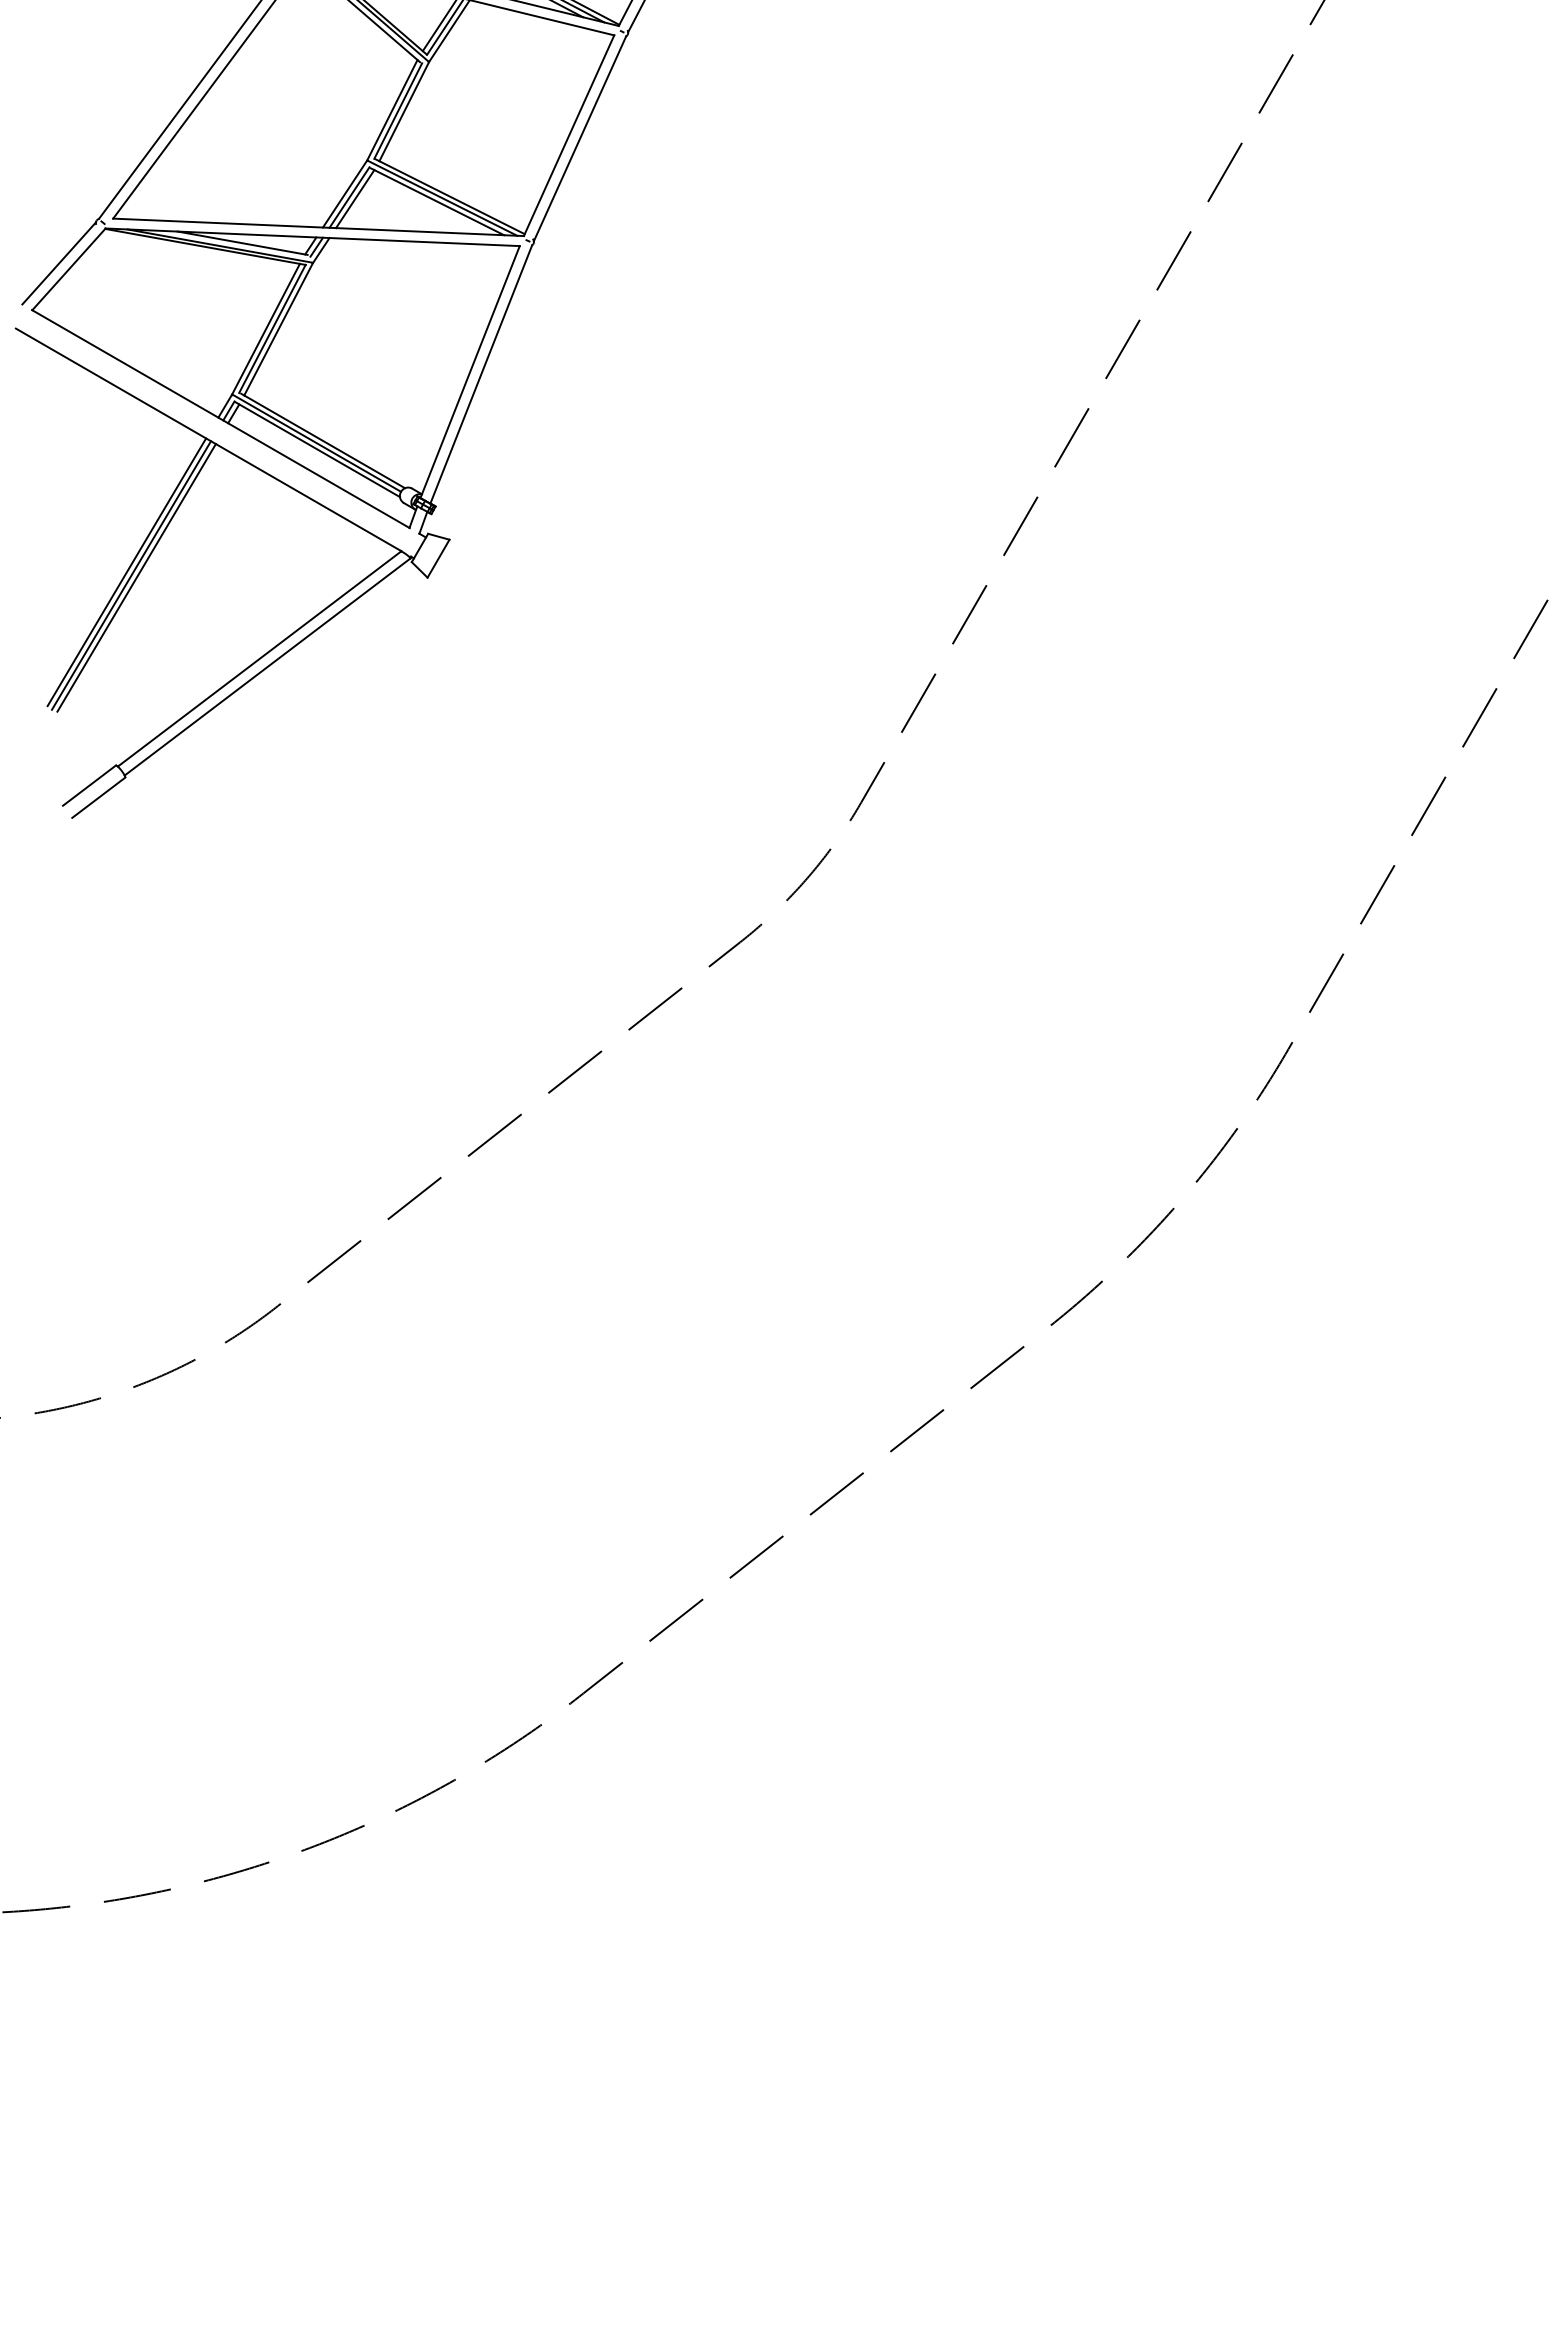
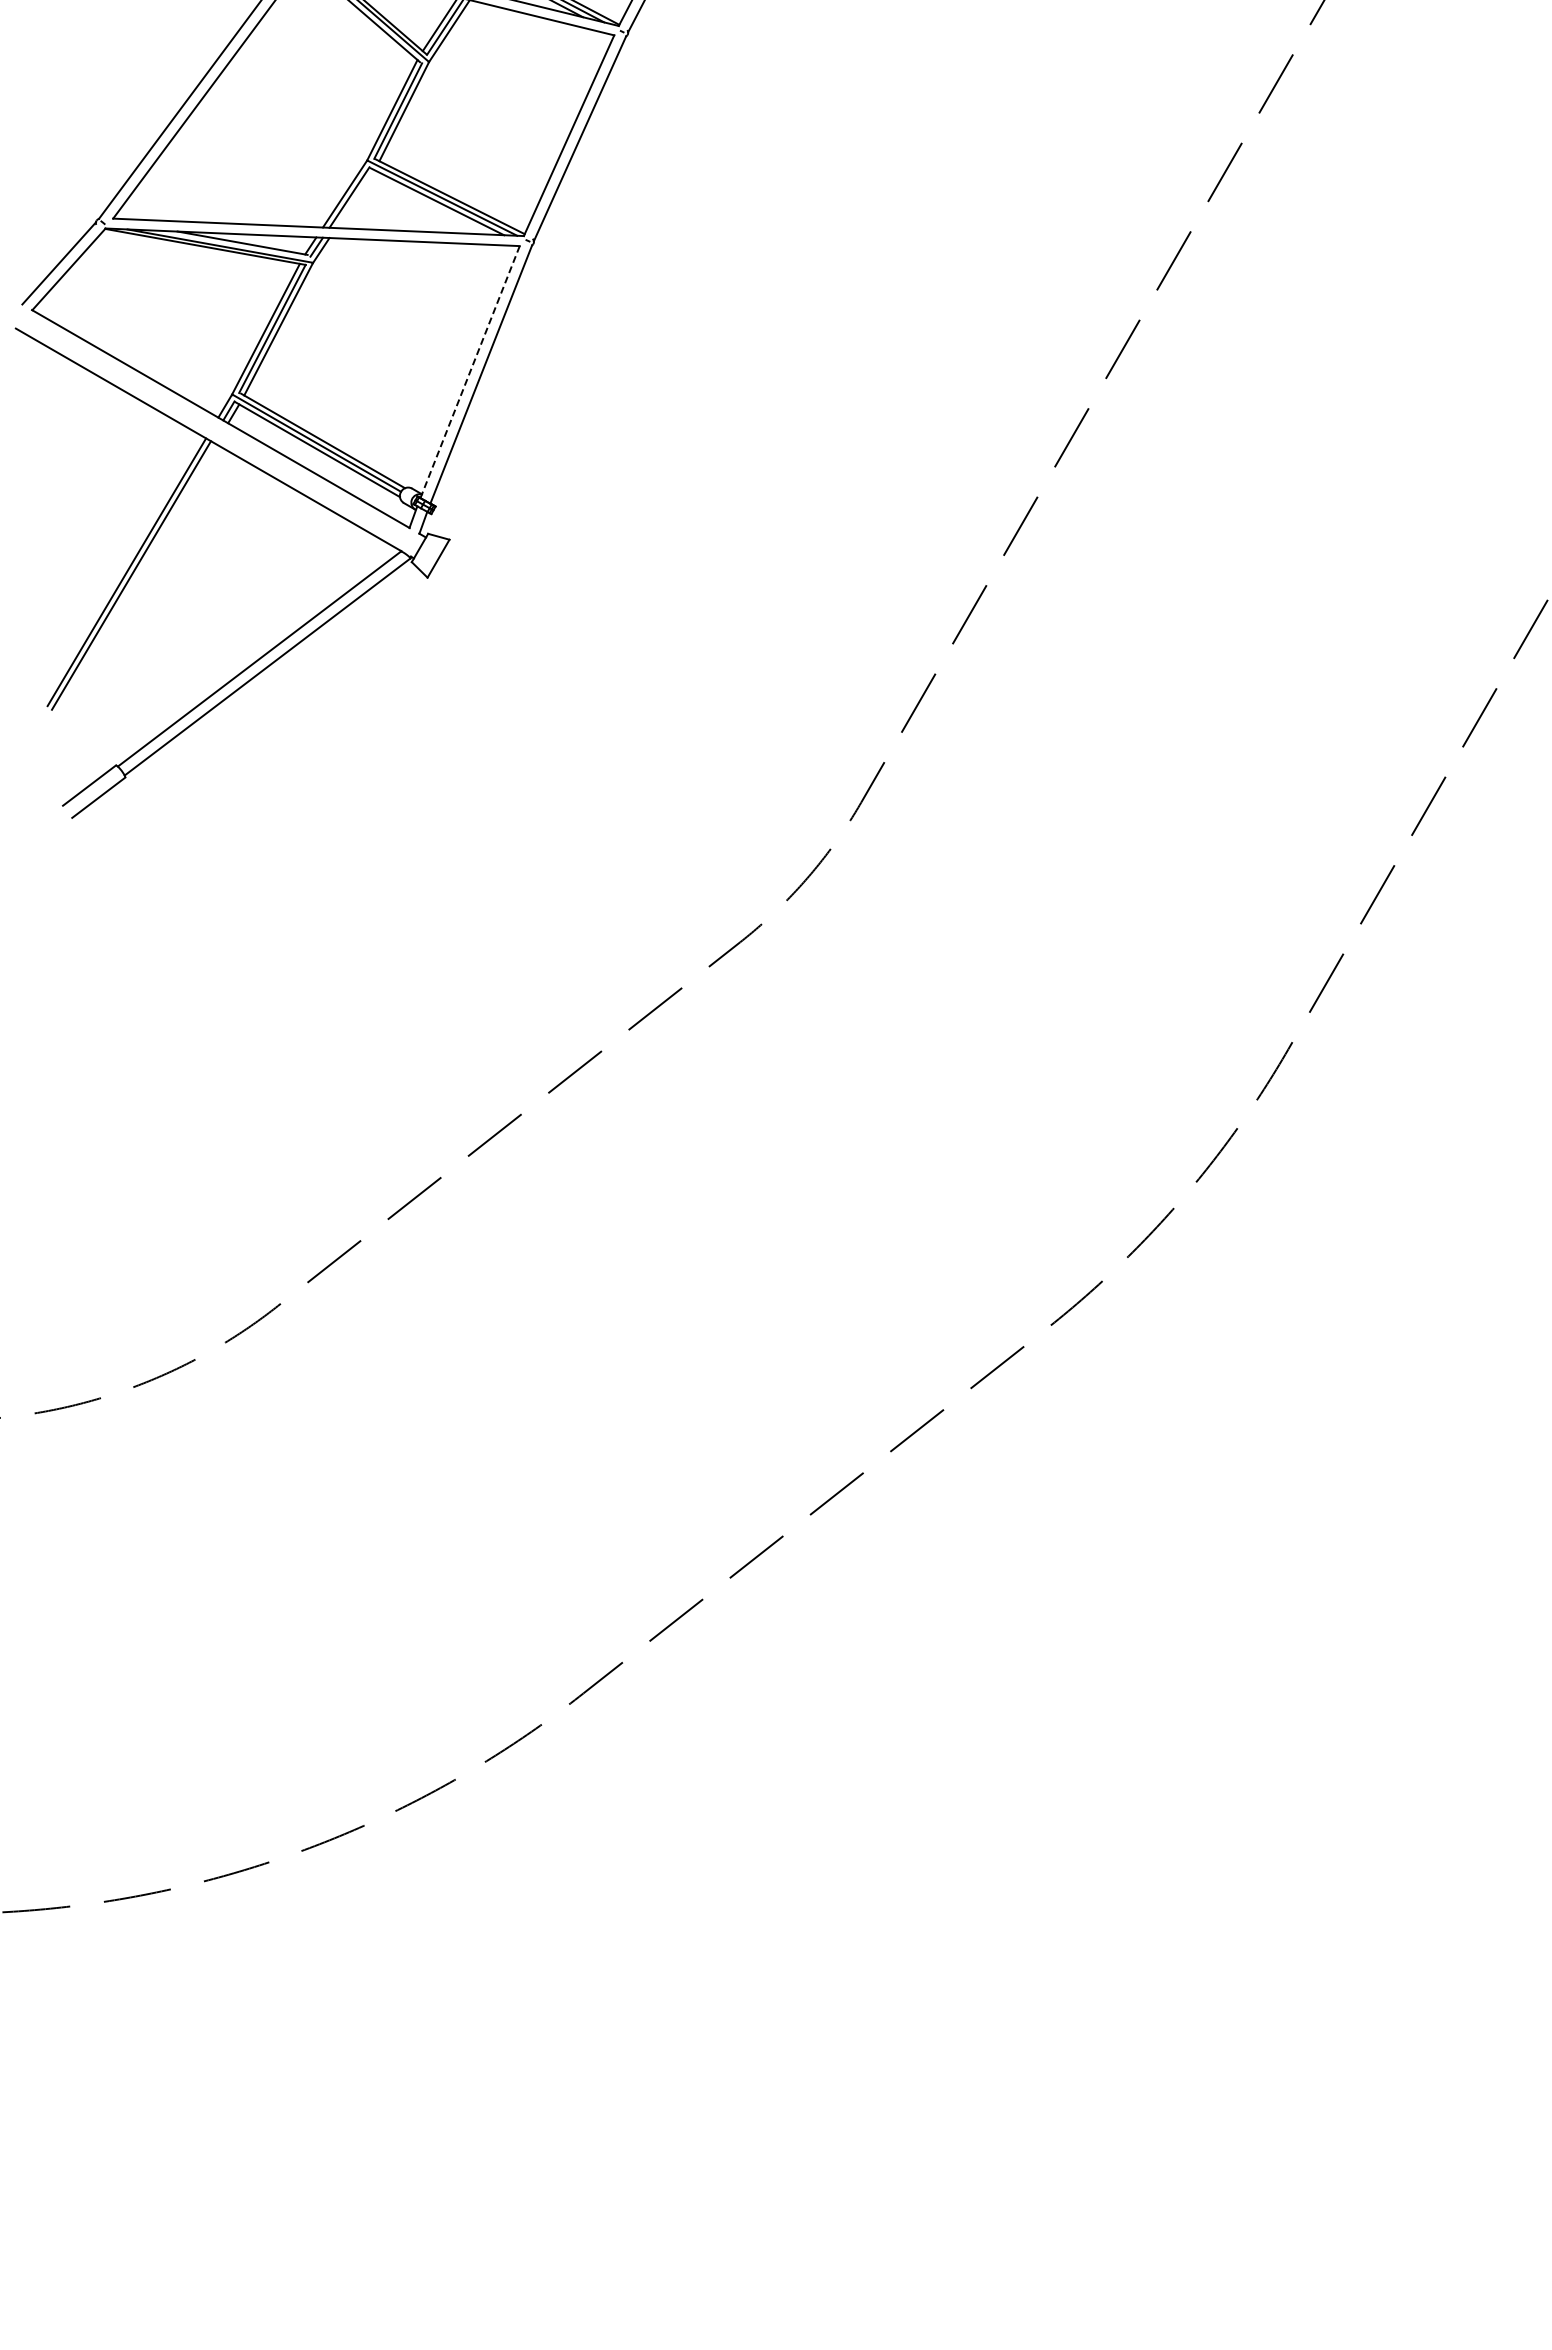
line at (355, 199): present -> none
line at (470, 371): solid -> dashed
line at (136, 577): present -> none
